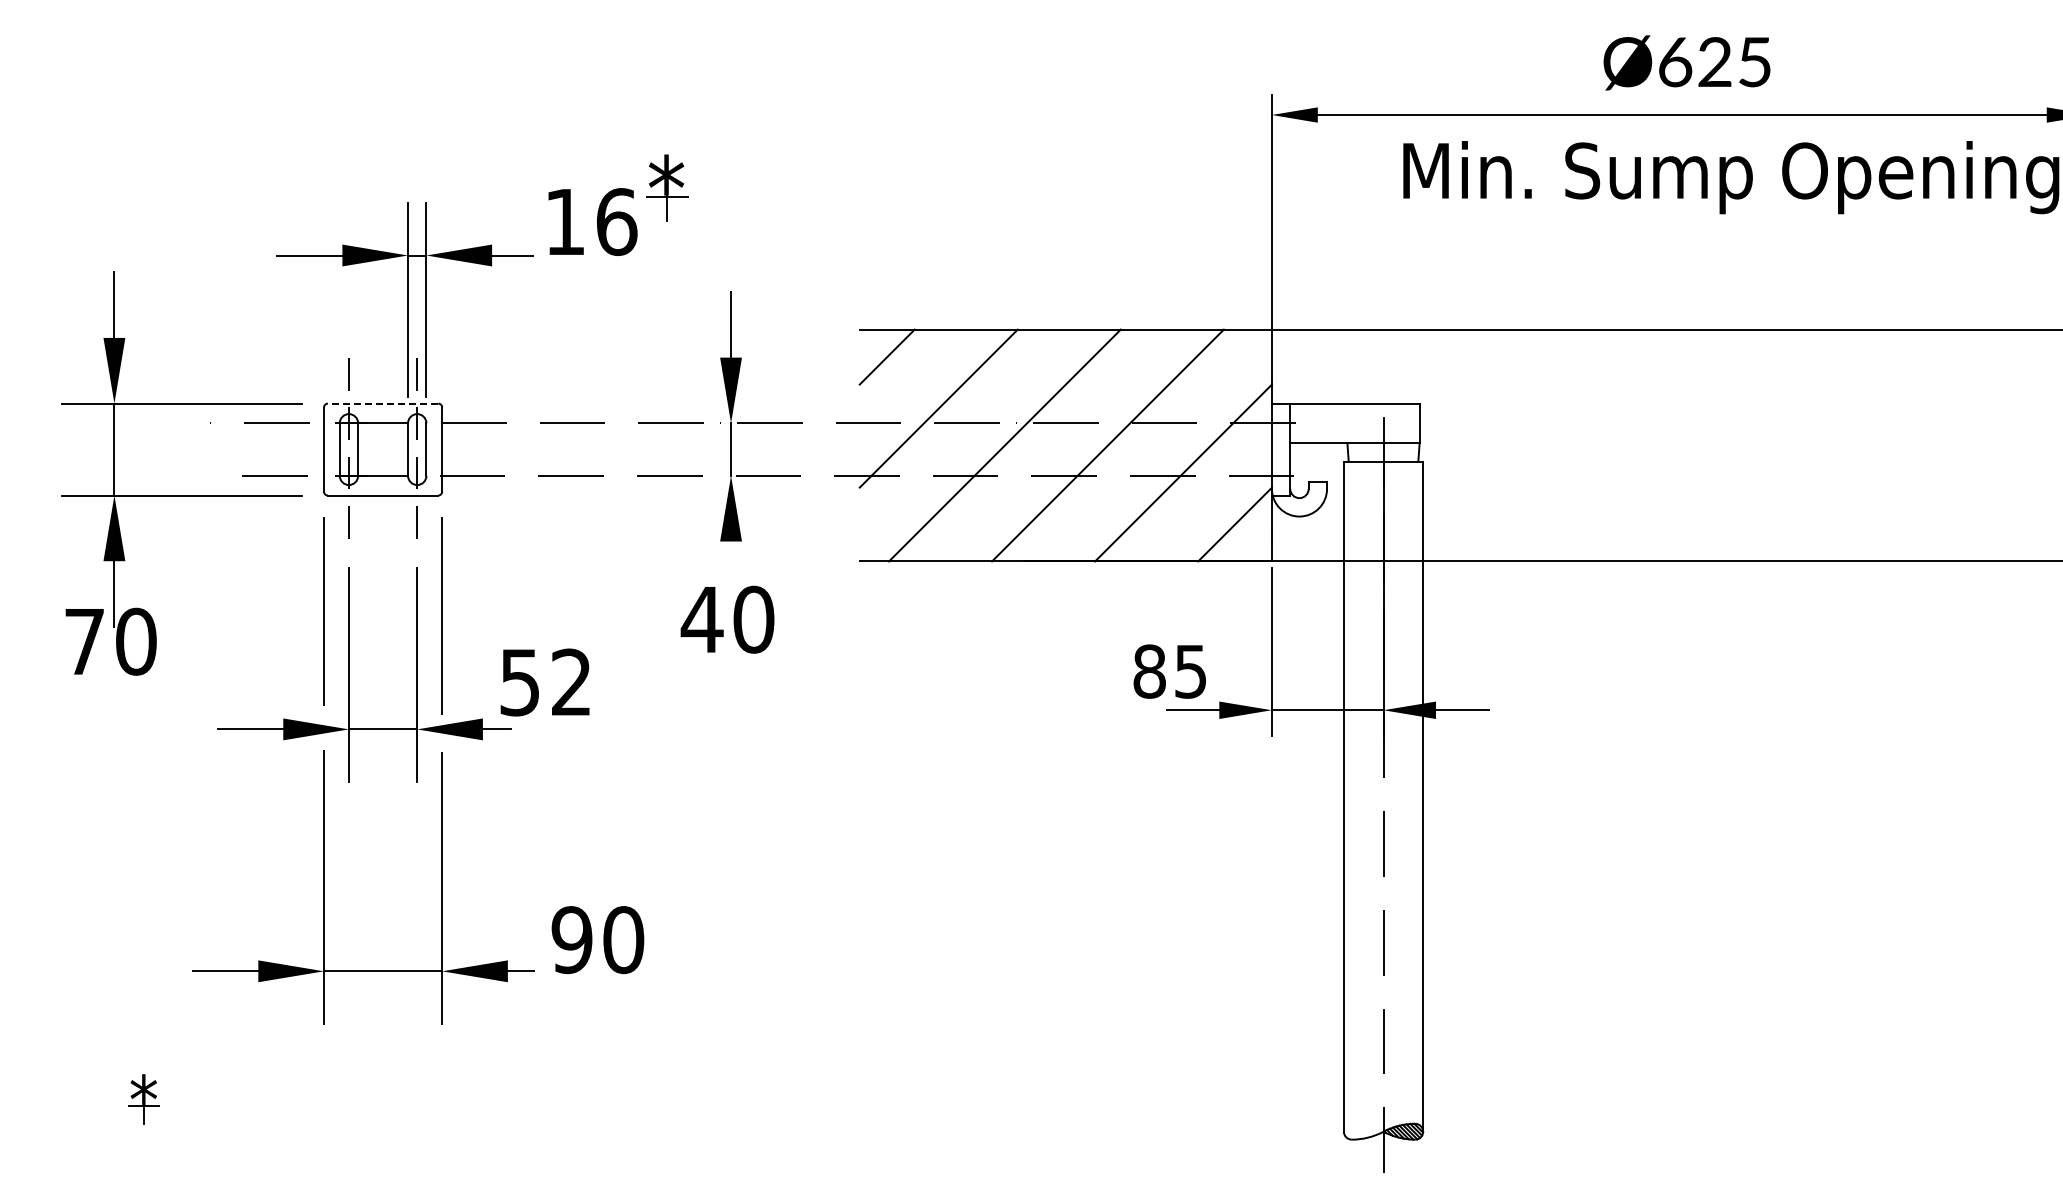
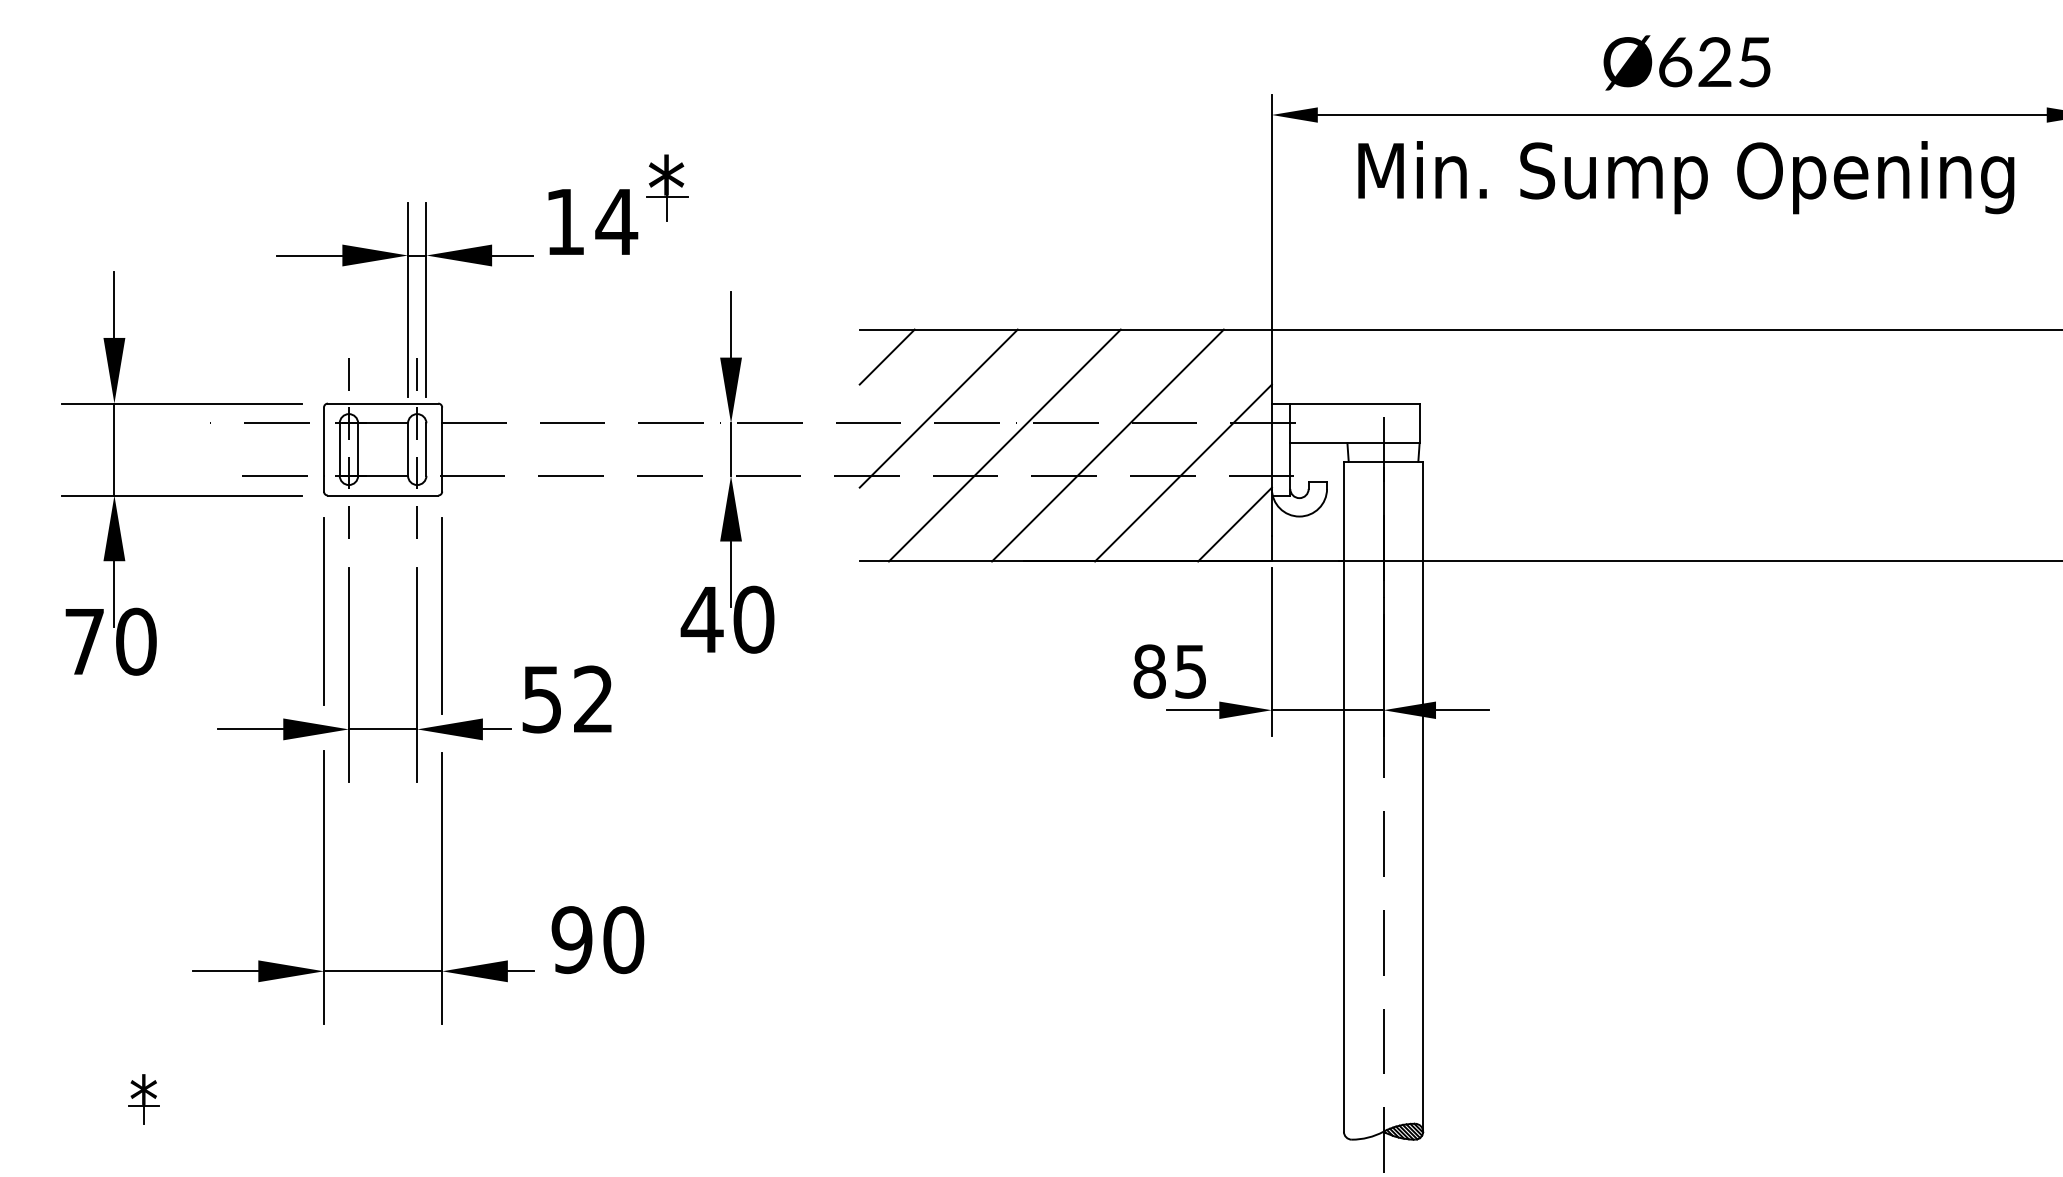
text at (1731, 177) position: (1731, 177) -> (1686, 177)
text at (616, 222): 16 -> 14
line at (382, 403): dashed -> solid
line at (731, 574): none -> present
text at (544, 682) position: (544, 682) -> (566, 699)
